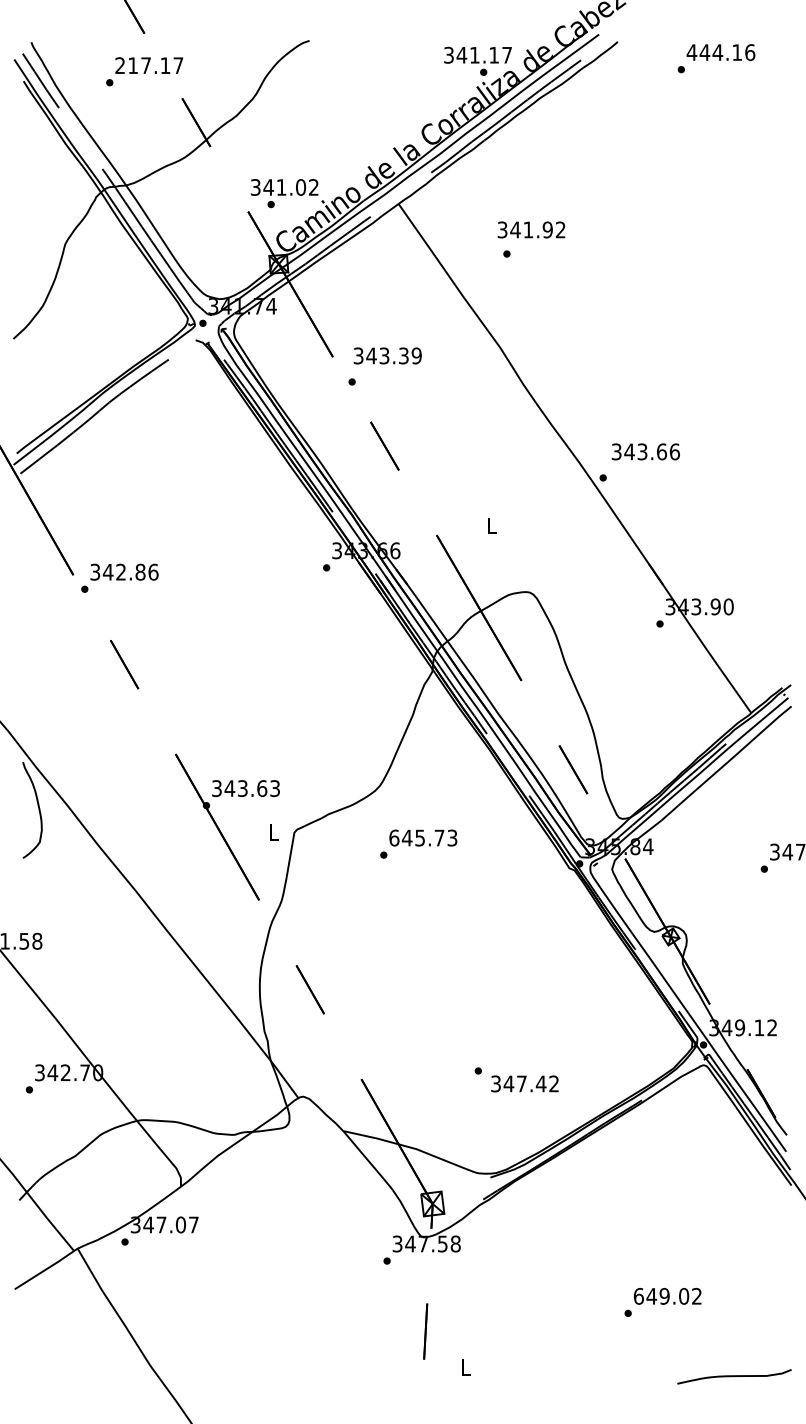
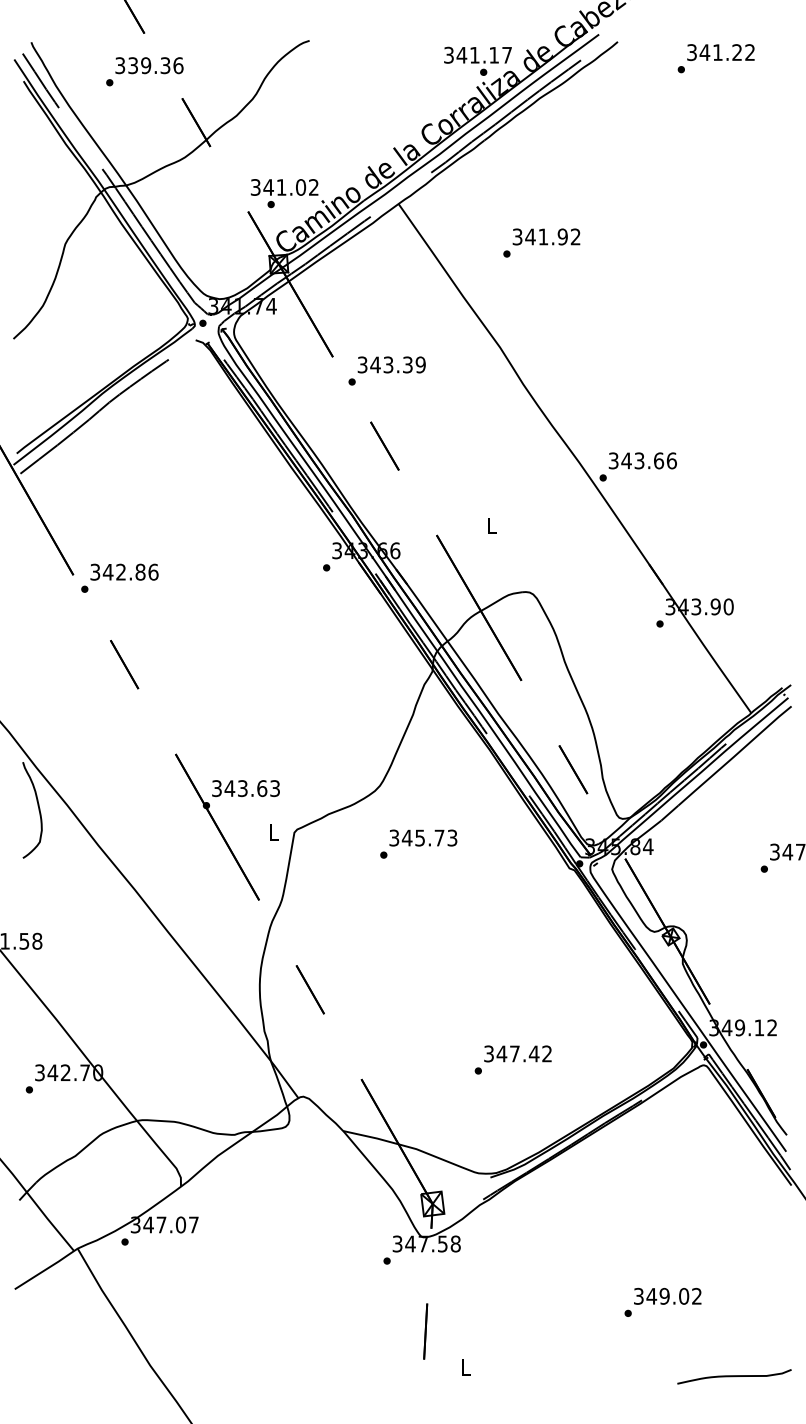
text at (720, 52): 444.16 -> 341.22
text at (149, 65): 217.17 -> 339.36
text at (531, 229) position: (531, 229) -> (546, 236)
text at (387, 355) position: (387, 355) -> (391, 364)
text at (645, 451) position: (645, 451) -> (642, 460)
text at (394, 837): 645.73 -> 345.73
text at (524, 1083) position: (524, 1083) -> (517, 1053)
text at (638, 1295): 649.02 -> 349.02
